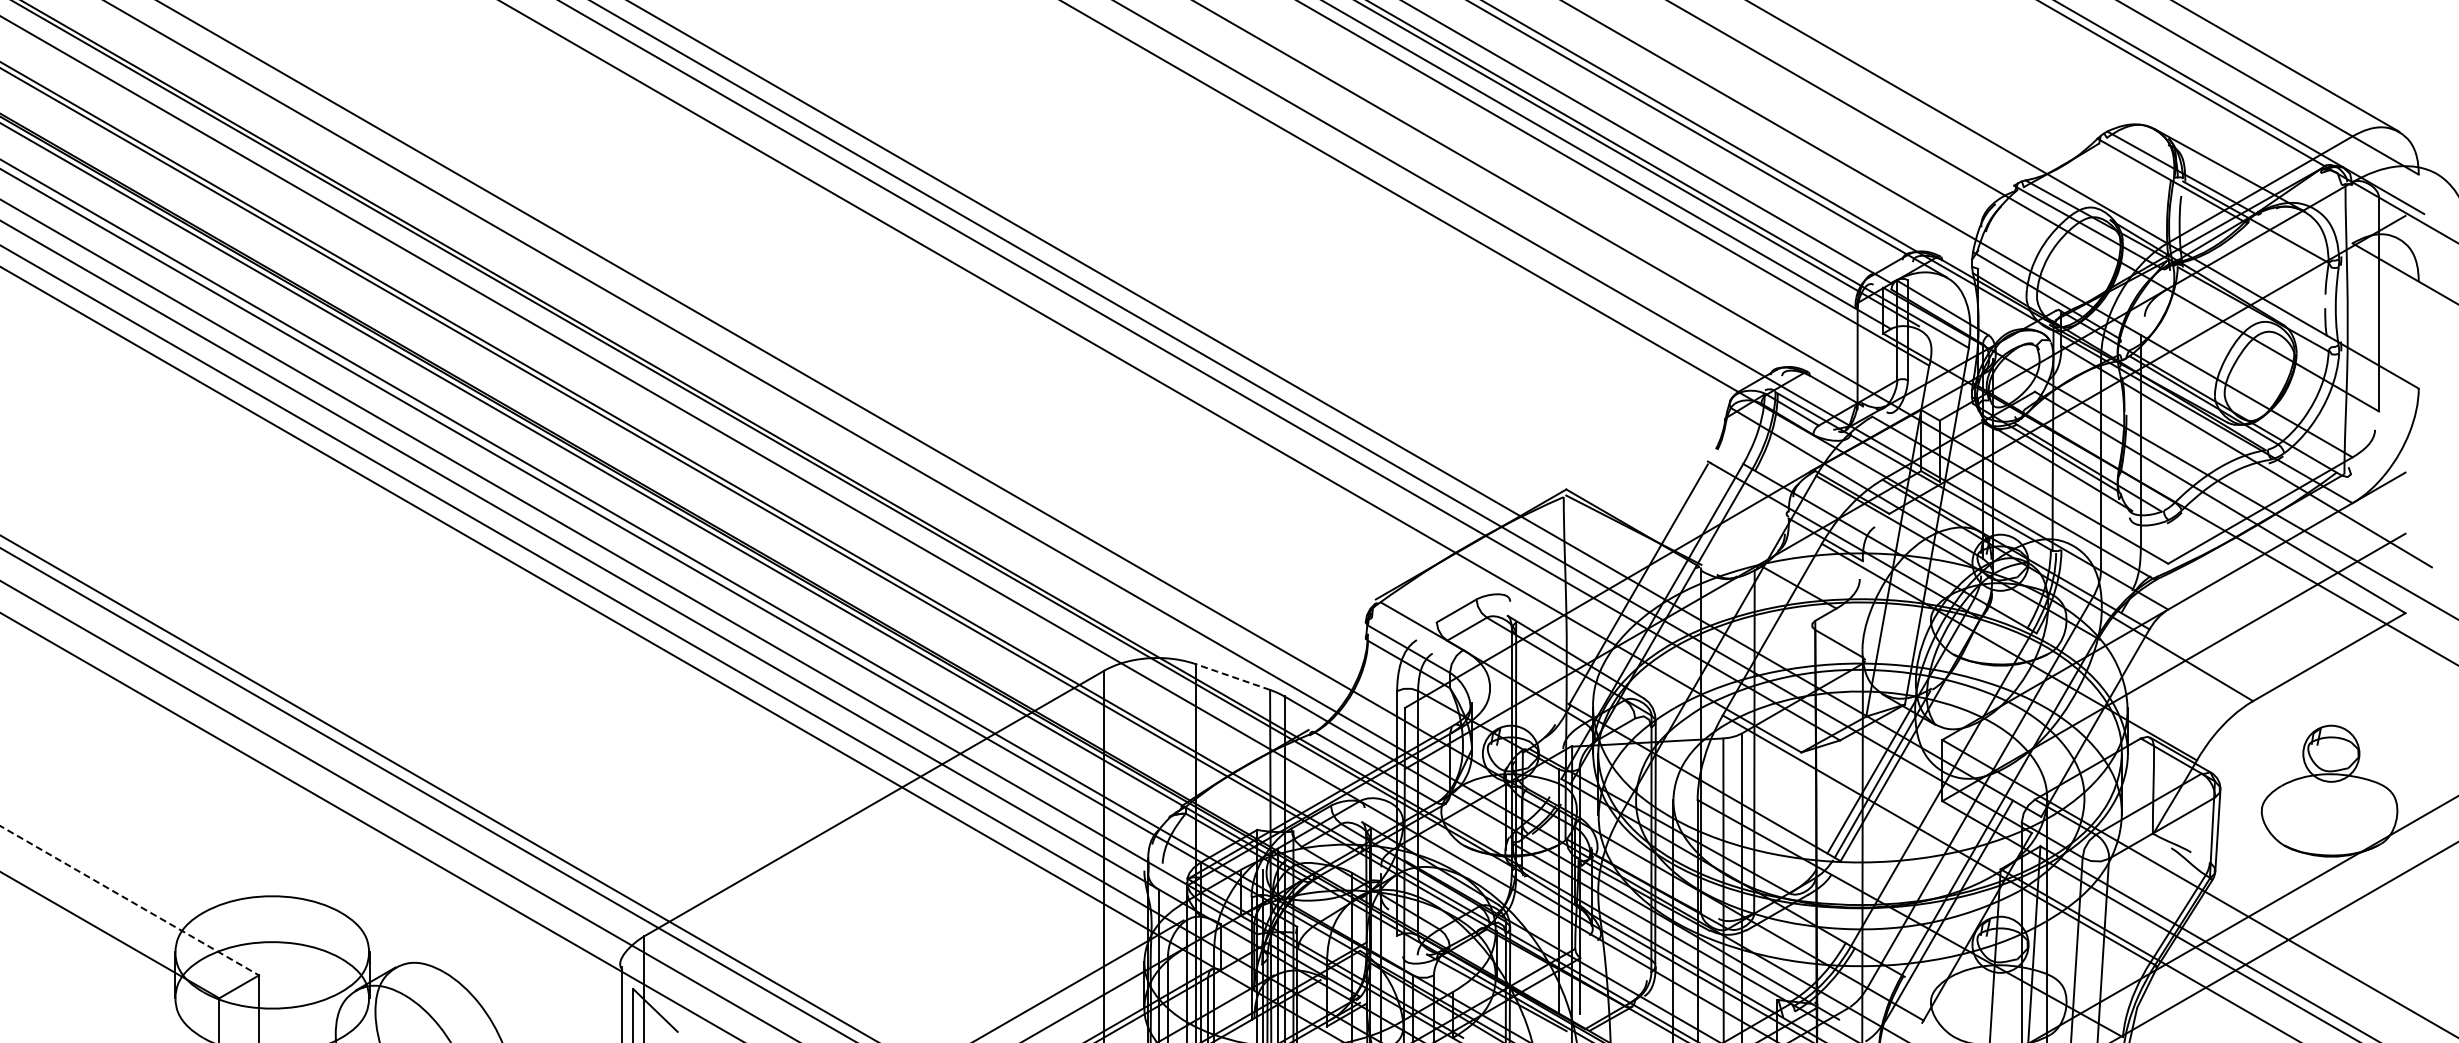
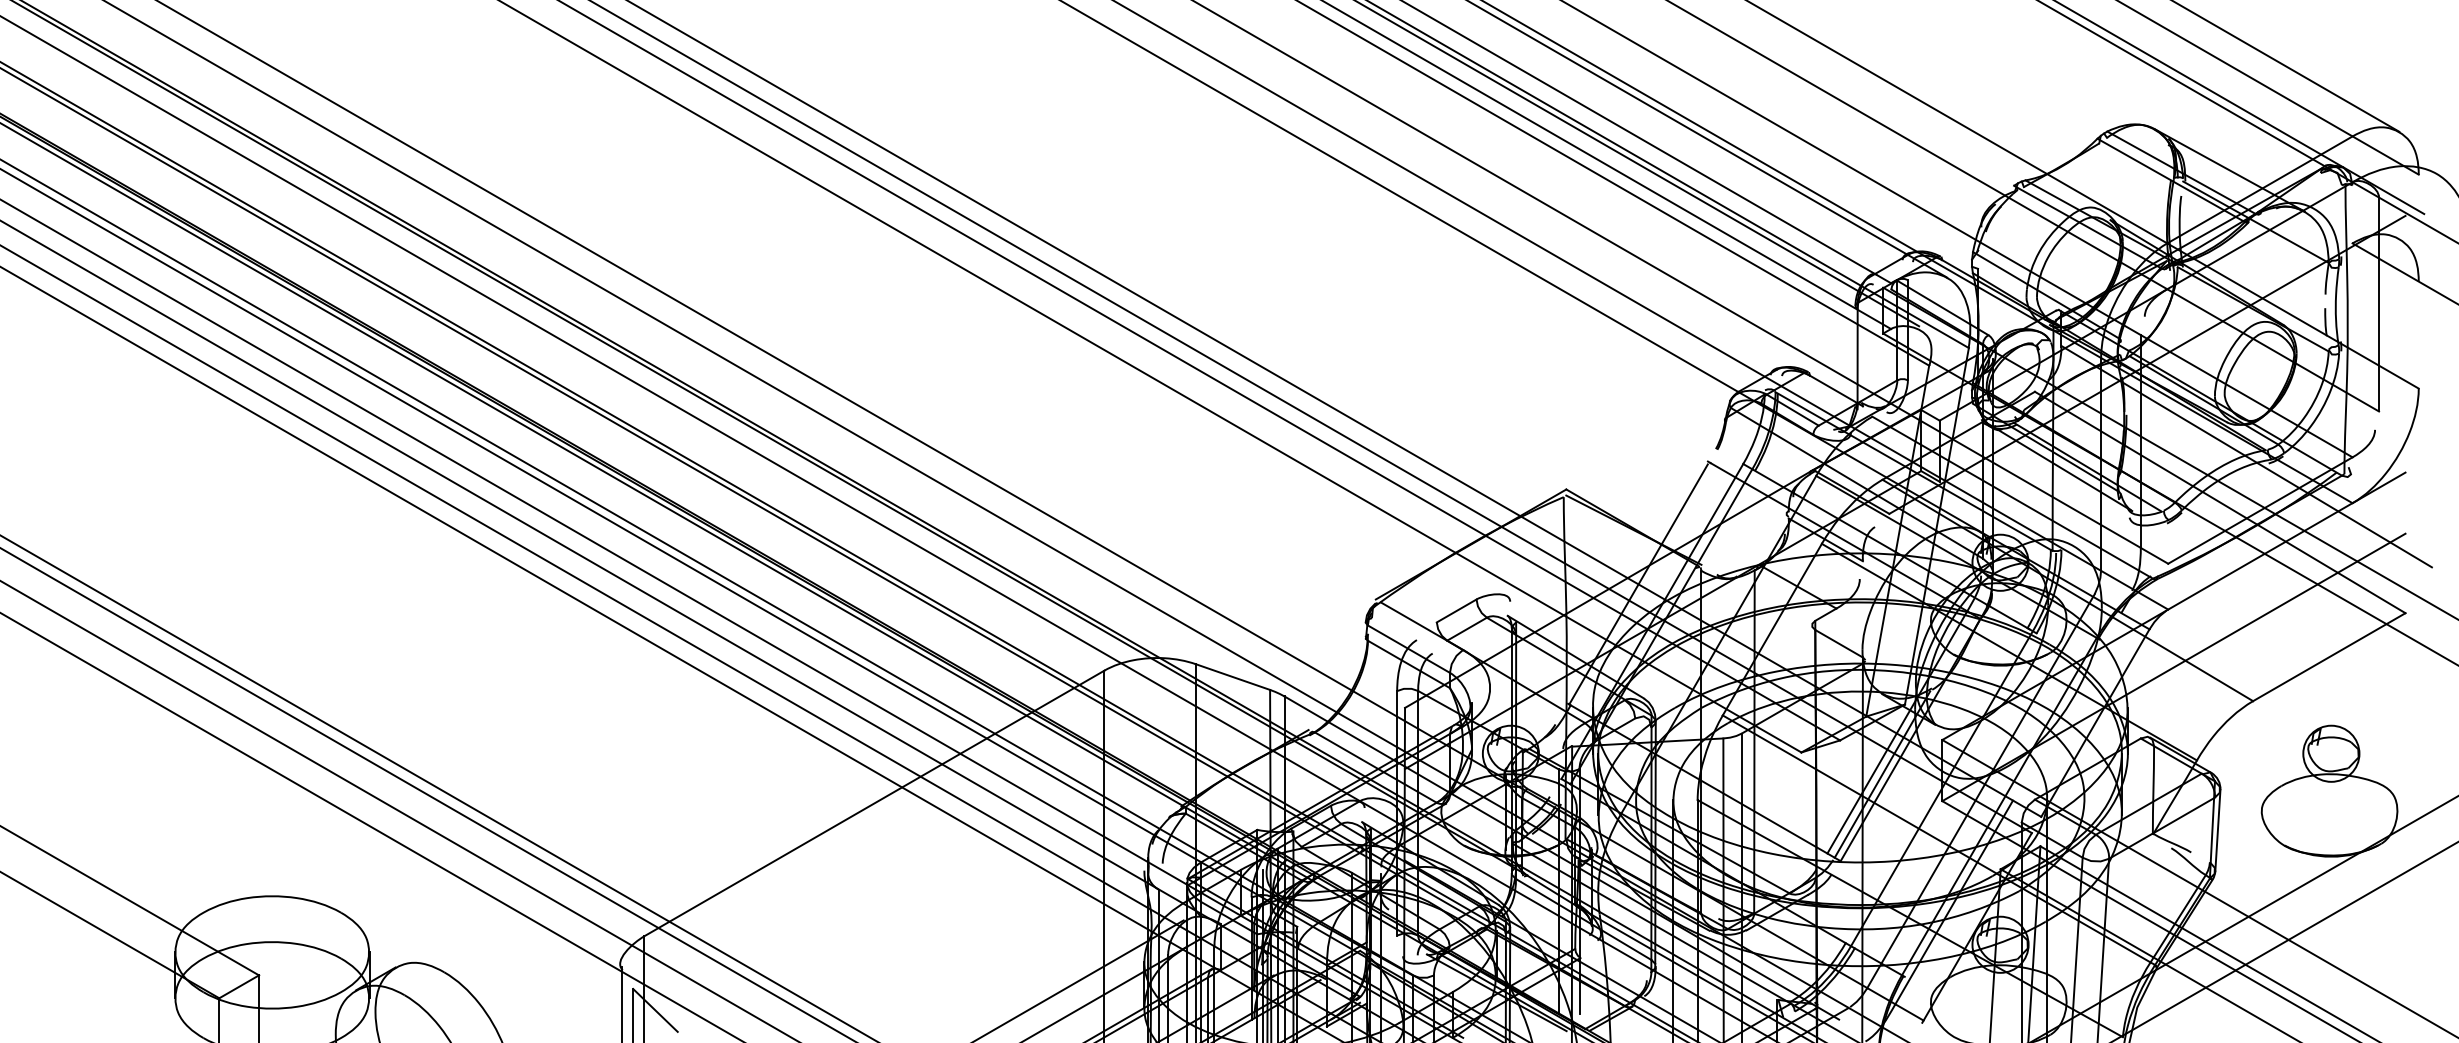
line at (1232, 676): dashed -> solid
line at (130, 900): dashed -> solid
